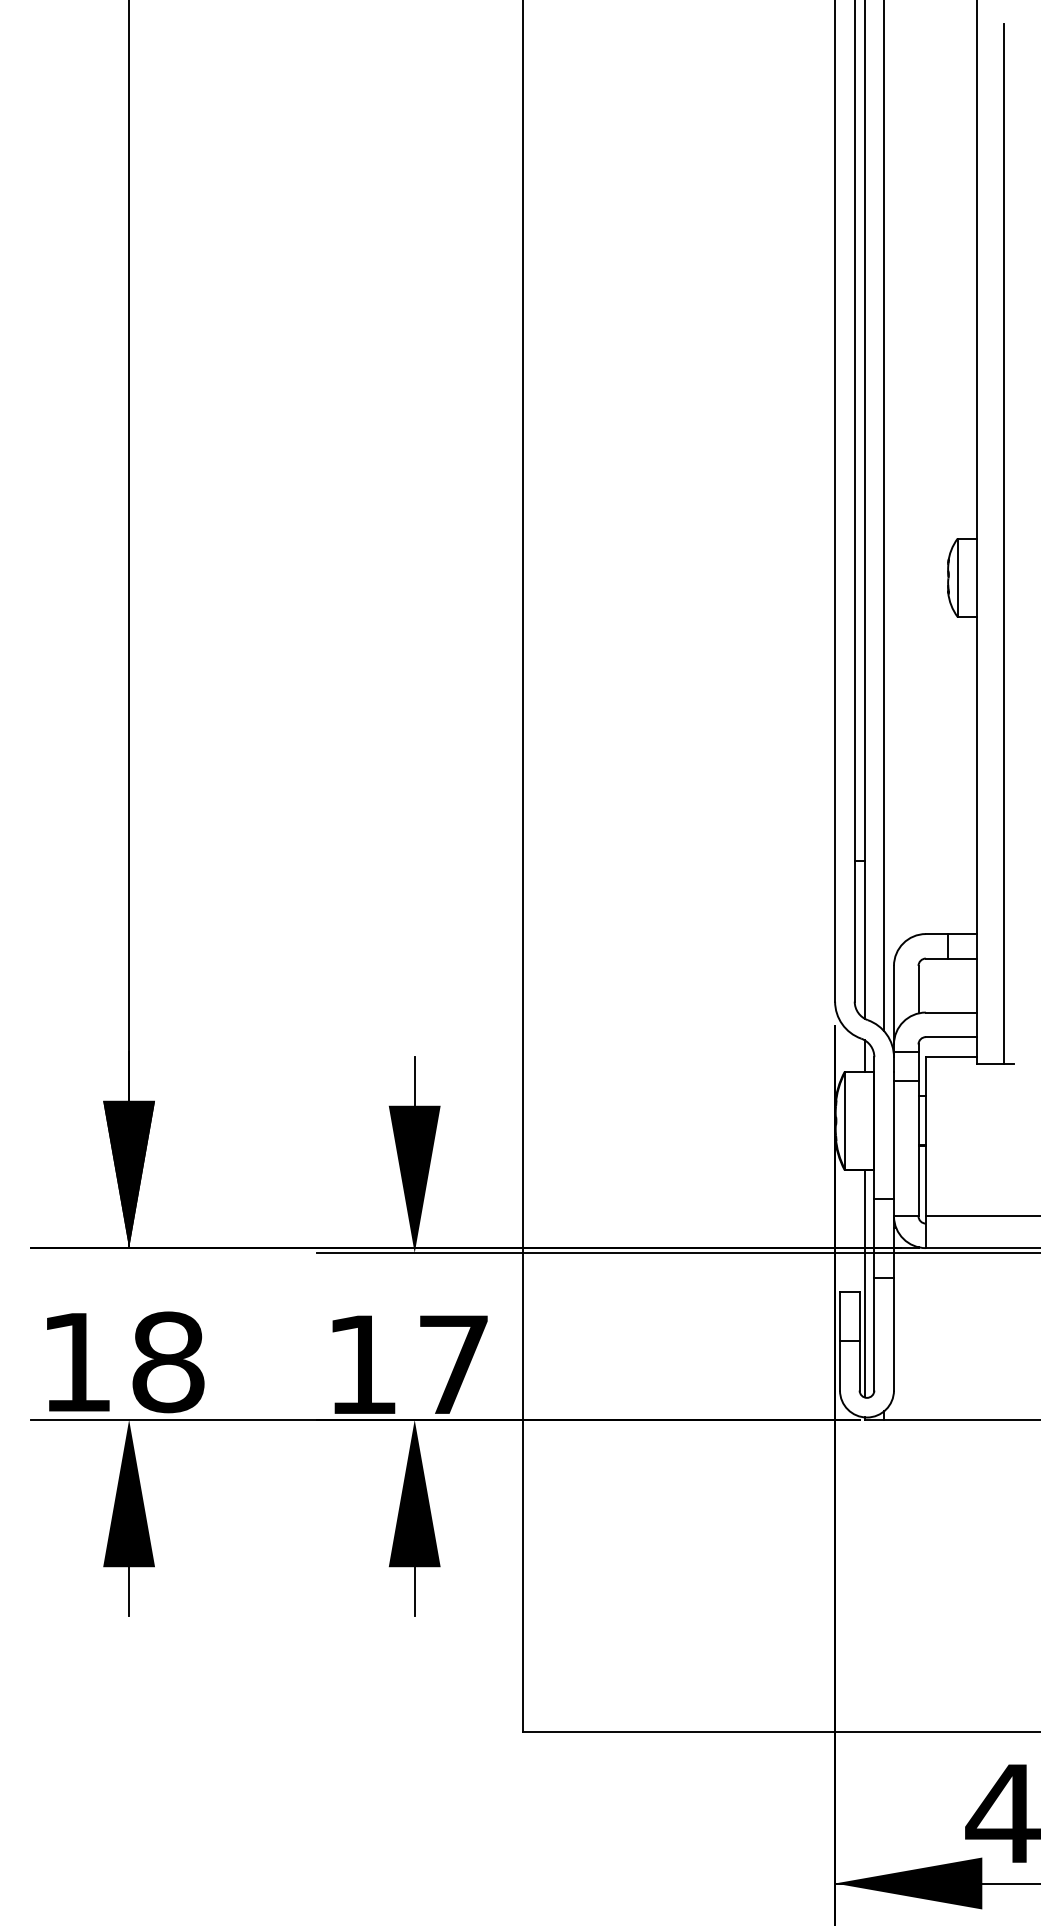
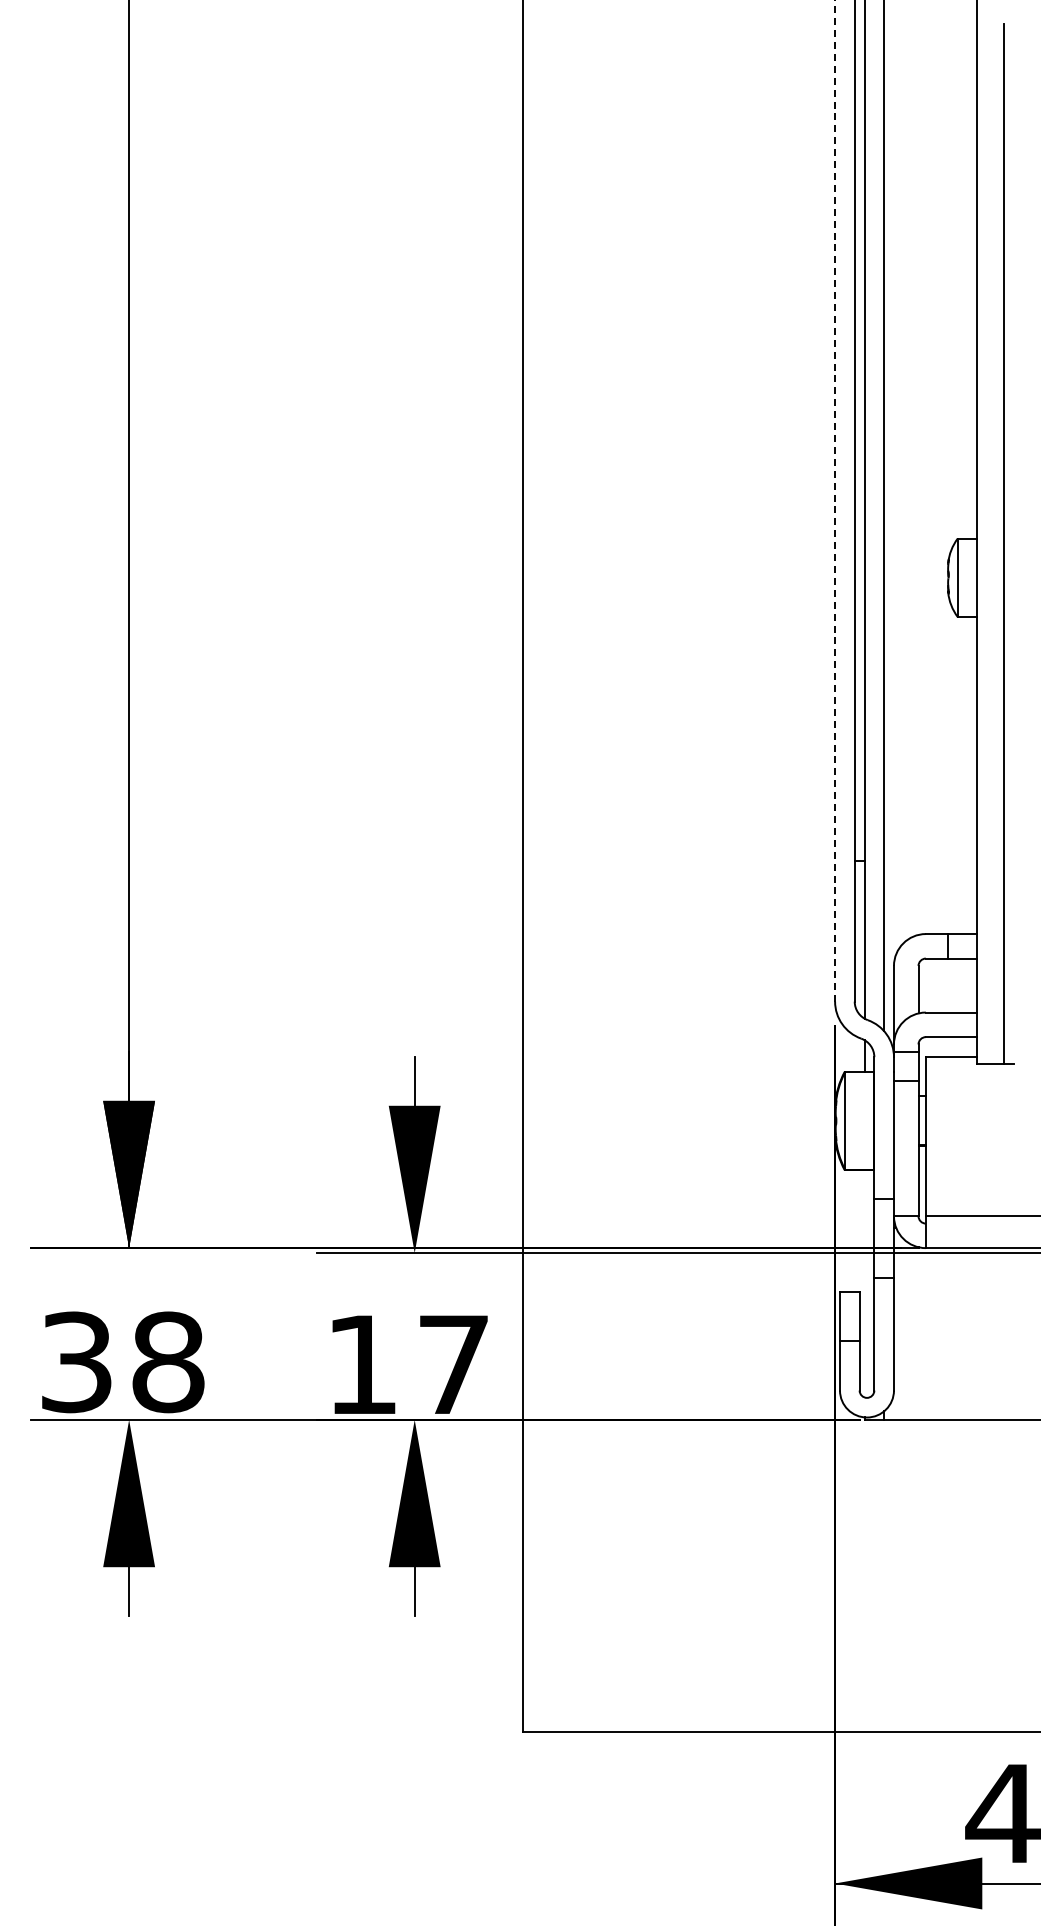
line at (835, 500): solid -> dashed
line at (864, 1283): present -> none
text at (76, 1362): 18 -> 38
